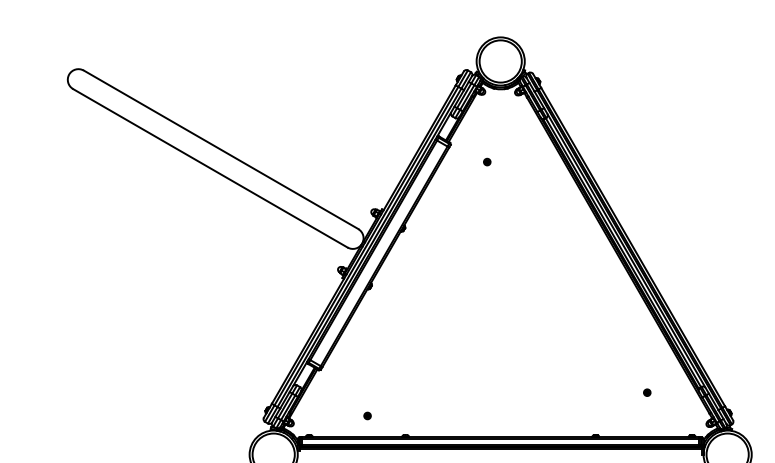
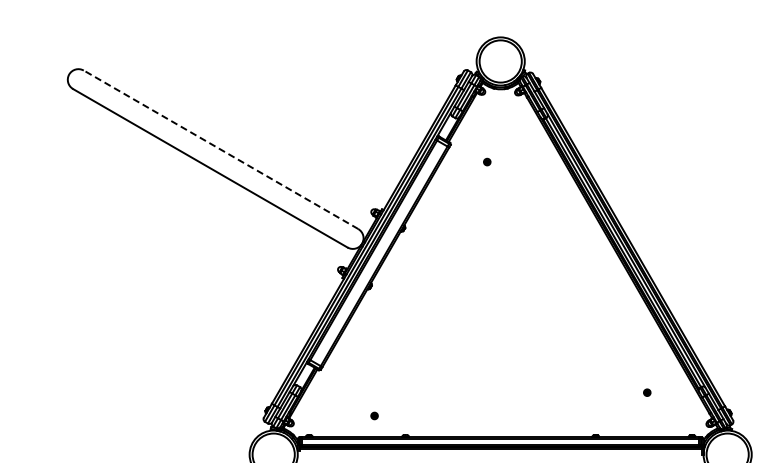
line at (220, 149): solid -> dashed
part at (367, 415) position: (367, 415) -> (374, 415)
